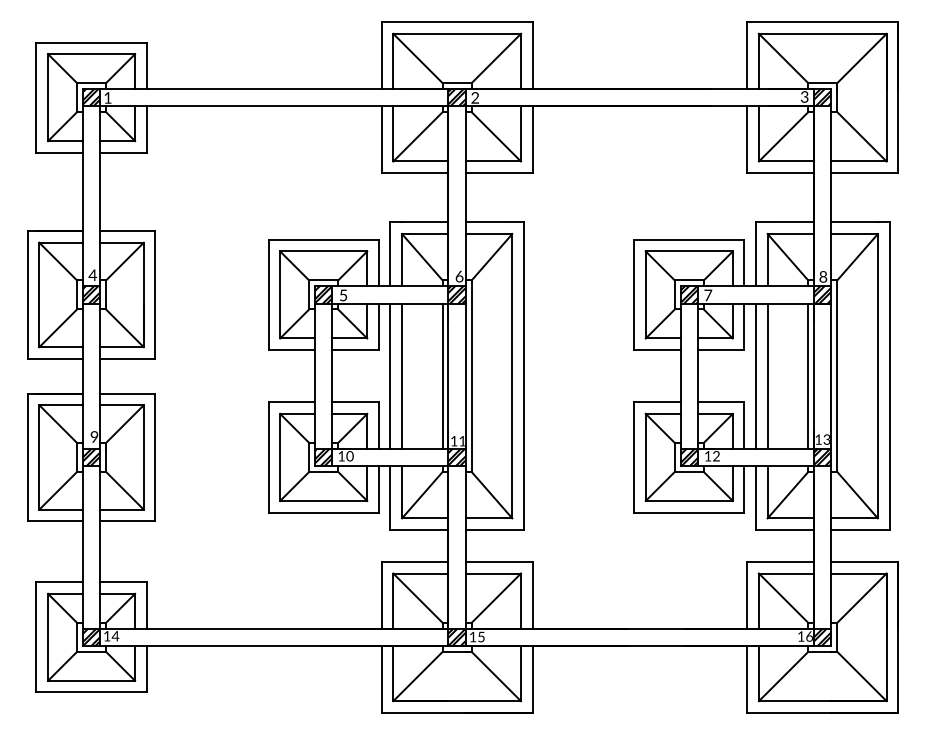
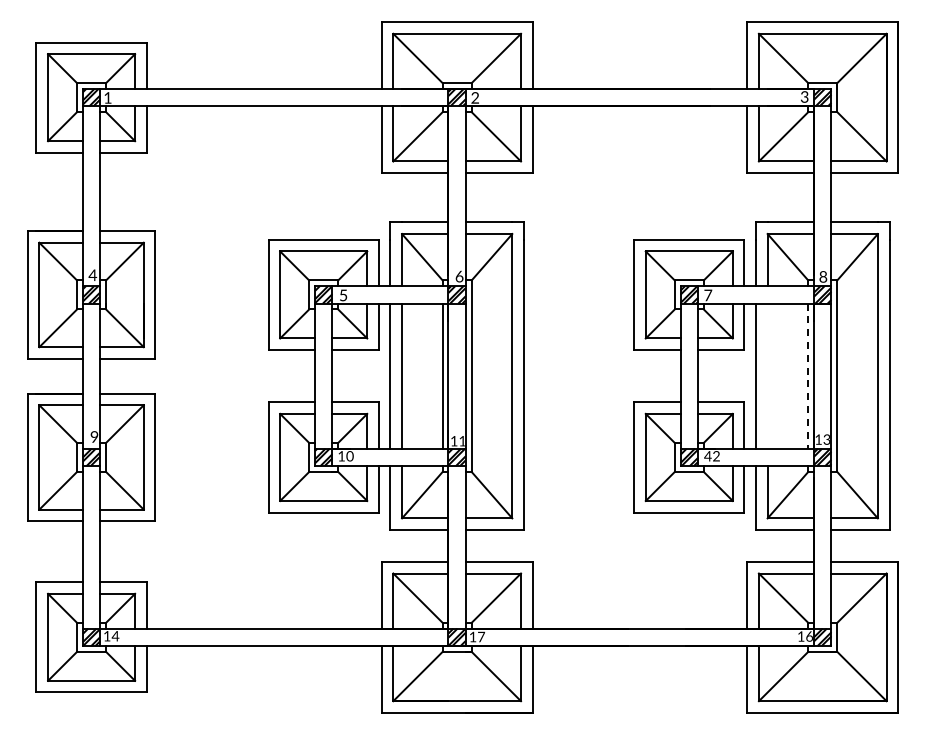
line at (767, 375): present -> none
line at (808, 376): solid -> dashed
text at (707, 456): 12 -> 42
text at (481, 636): 15 -> 17
